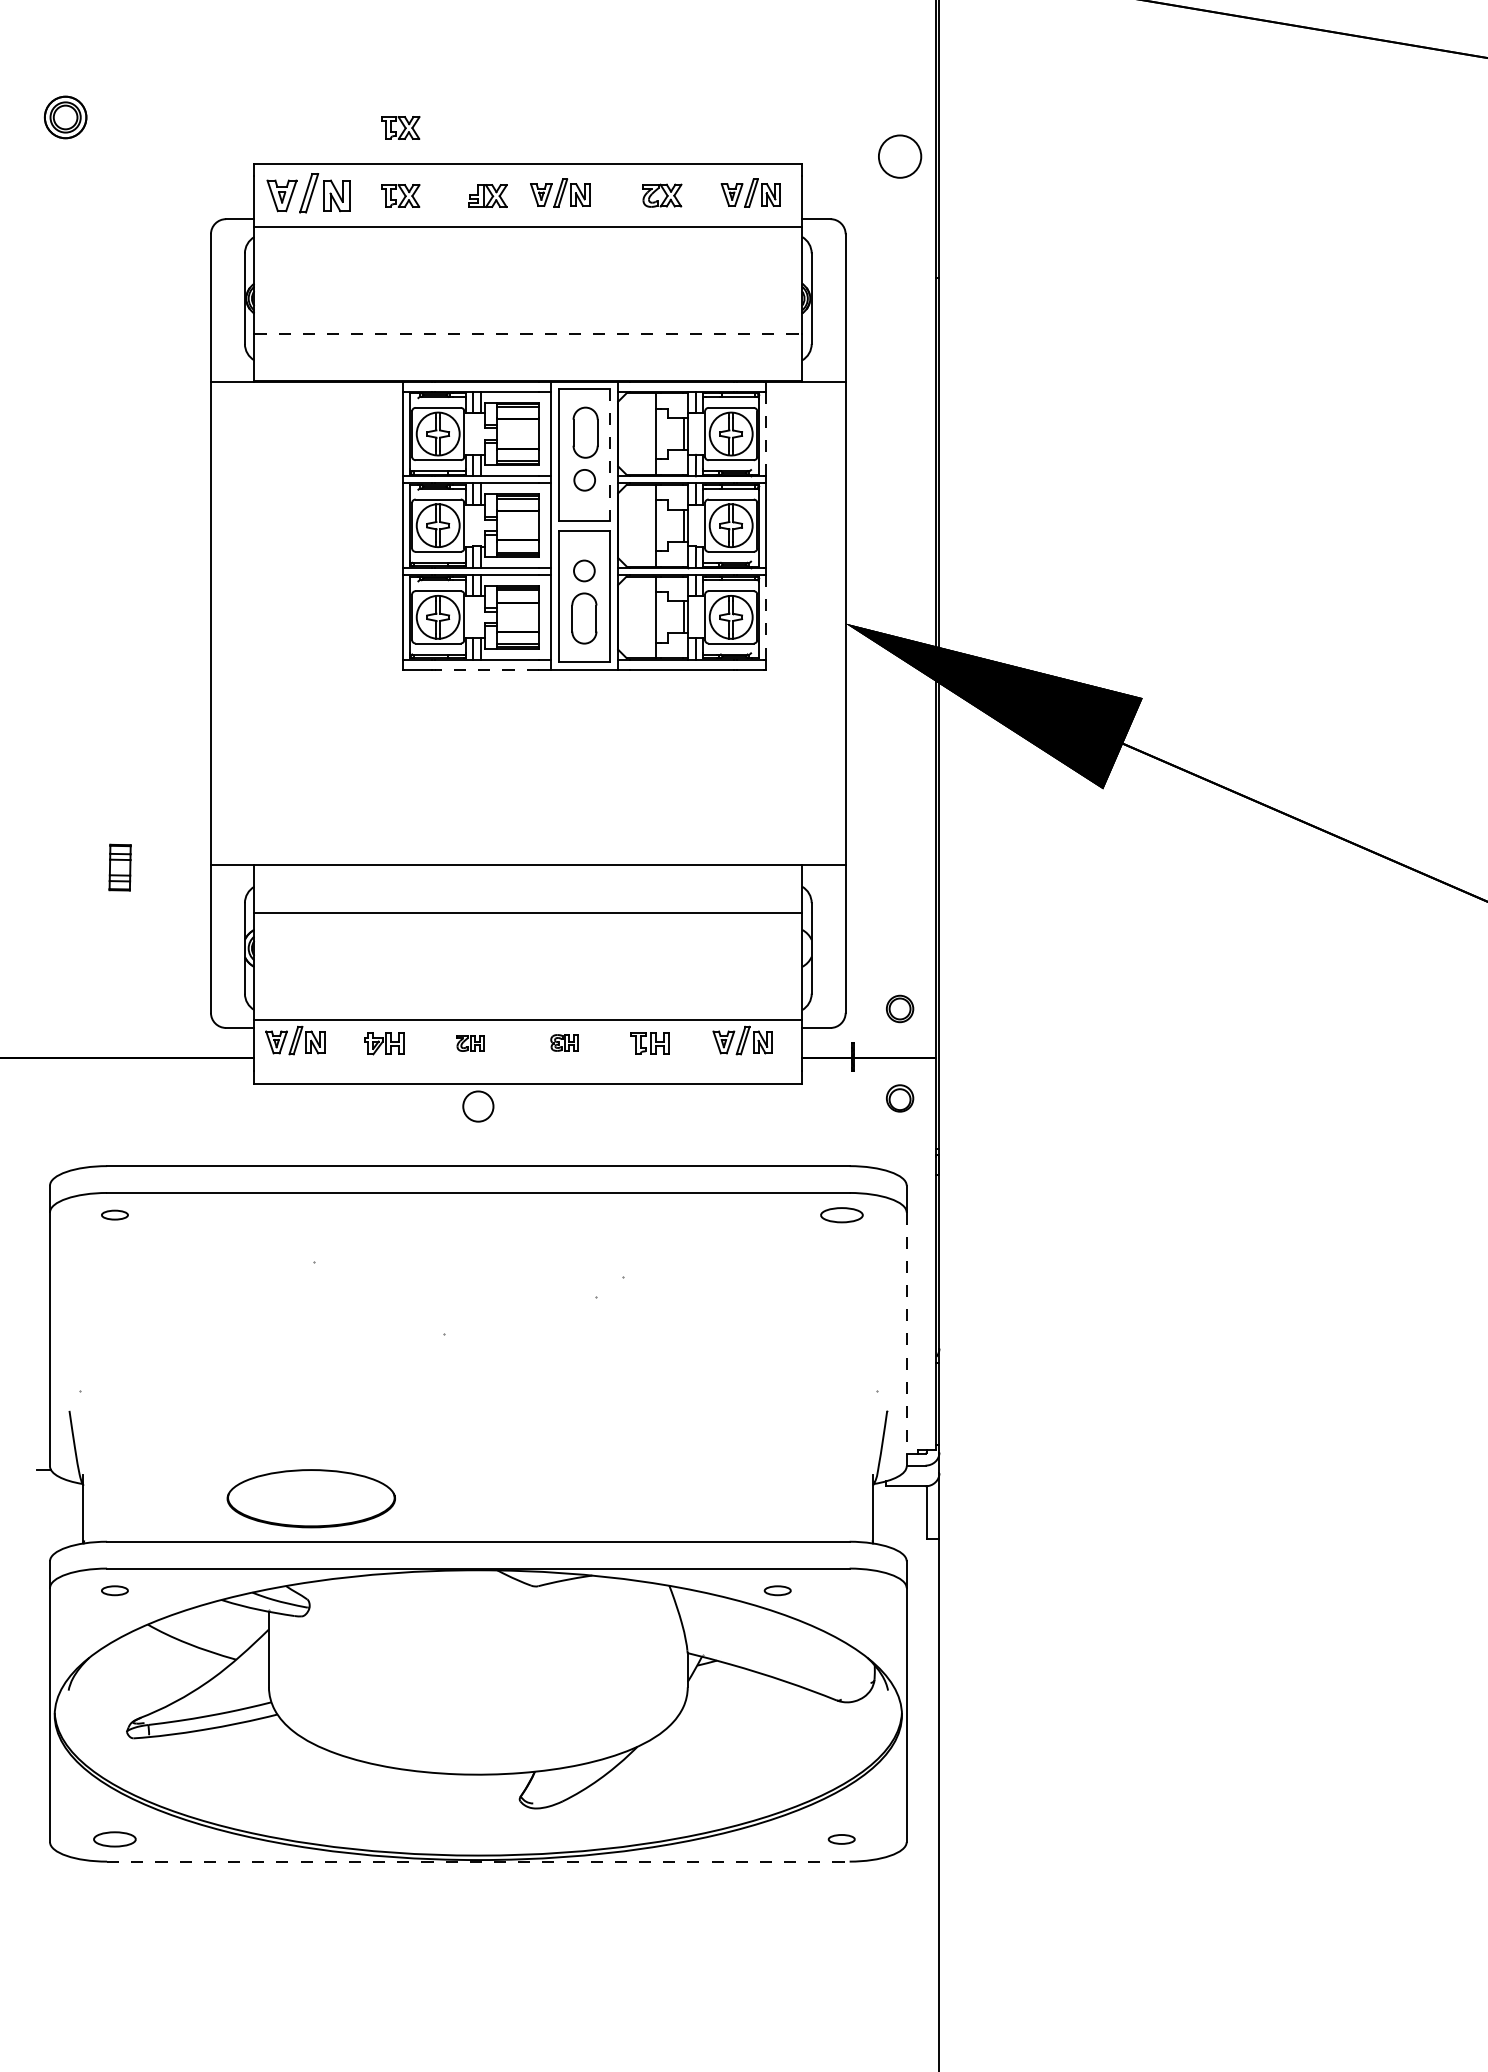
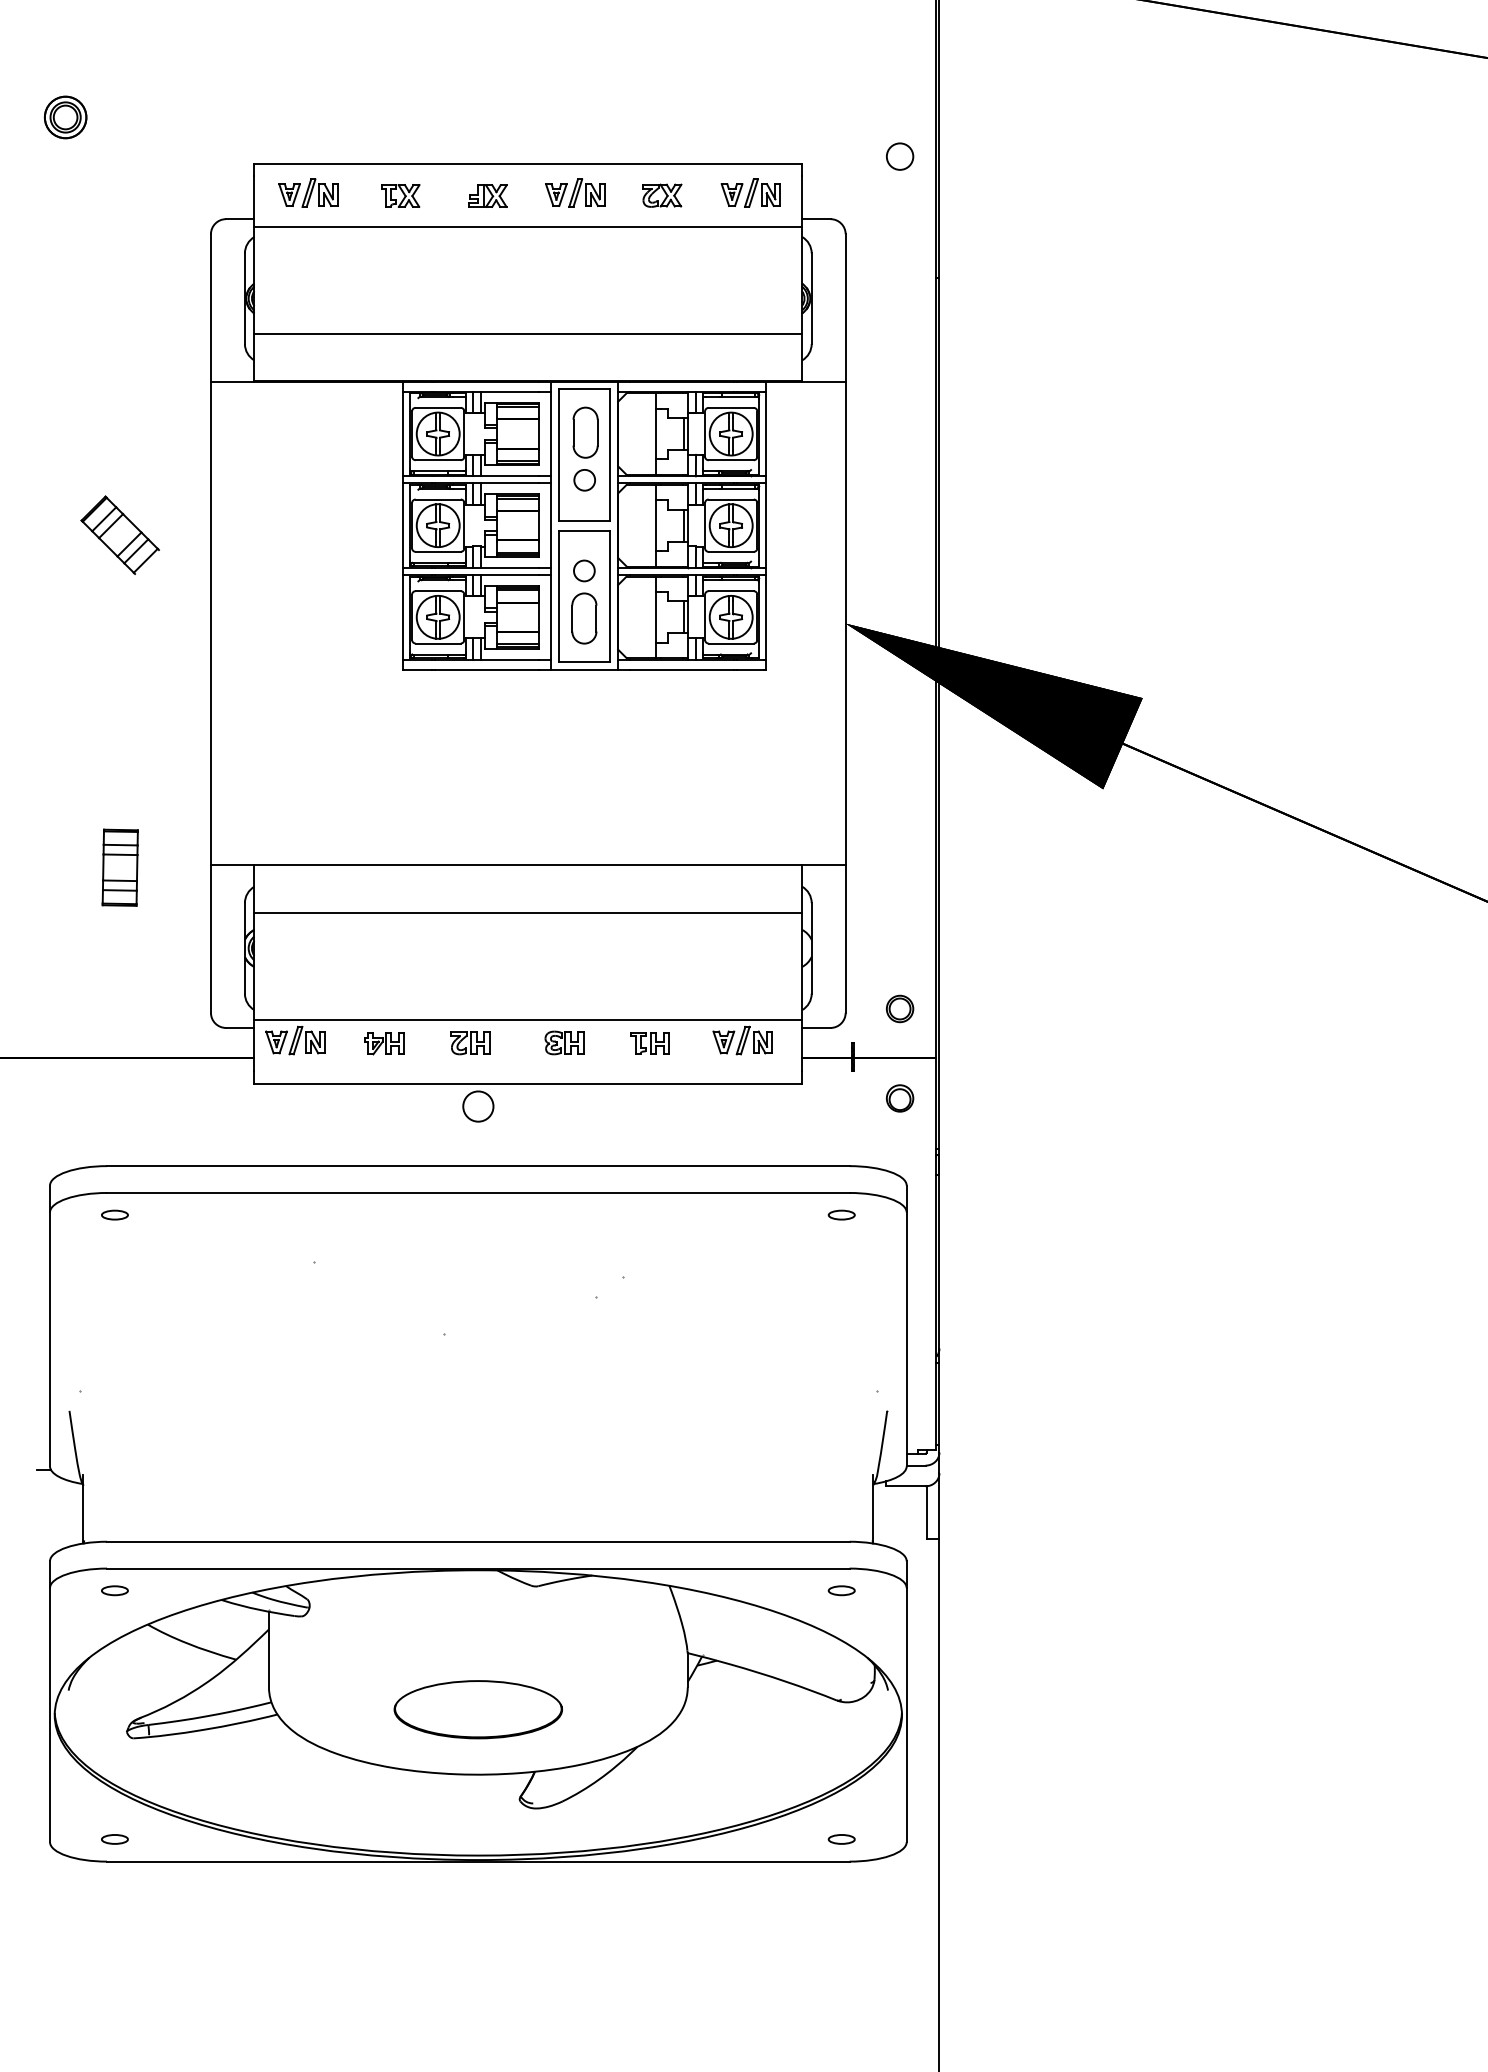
part at (400, 127): present -> none
circle at (899, 156) diameter: 42 px -> 26 px
part at (560, 192) position: (560, 192) -> (575, 192)
part at (308, 193) size: 85x41 px -> 61x30 px
line at (528, 333): dashed -> solid
line at (765, 434): dashed -> solid
line at (609, 454): dashed -> solid
part at (119, 534): none -> present
line at (765, 617): dashed -> solid
line at (487, 669): dashed -> solid
part at (119, 867) size: 24x49 px -> 38x79 px
part at (564, 1042) size: 29x18 px -> 41x26 px
part at (470, 1043) size: 29x17 px -> 41x25 px
part at (841, 1215) size: 44x17 px -> 29x12 px
line at (906, 1339): dashed -> solid
part at (310, 1498) position: (310, 1498) -> (477, 1709)
part at (777, 1590) position: (777, 1590) -> (841, 1590)
part at (114, 1839) size: 44x17 px -> 28x11 px
line at (478, 1861): dashed -> solid
